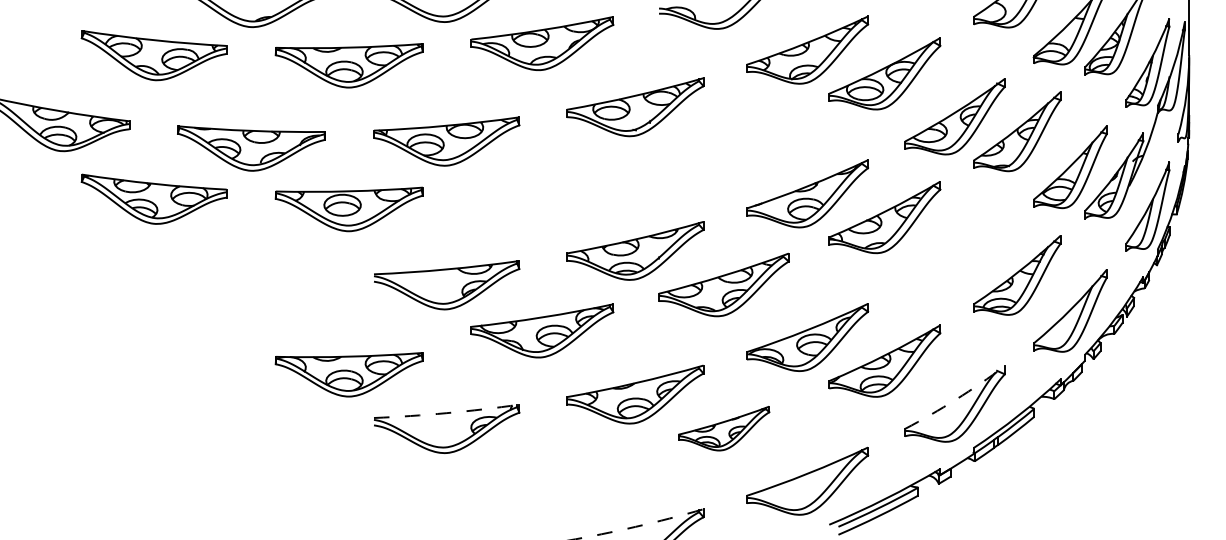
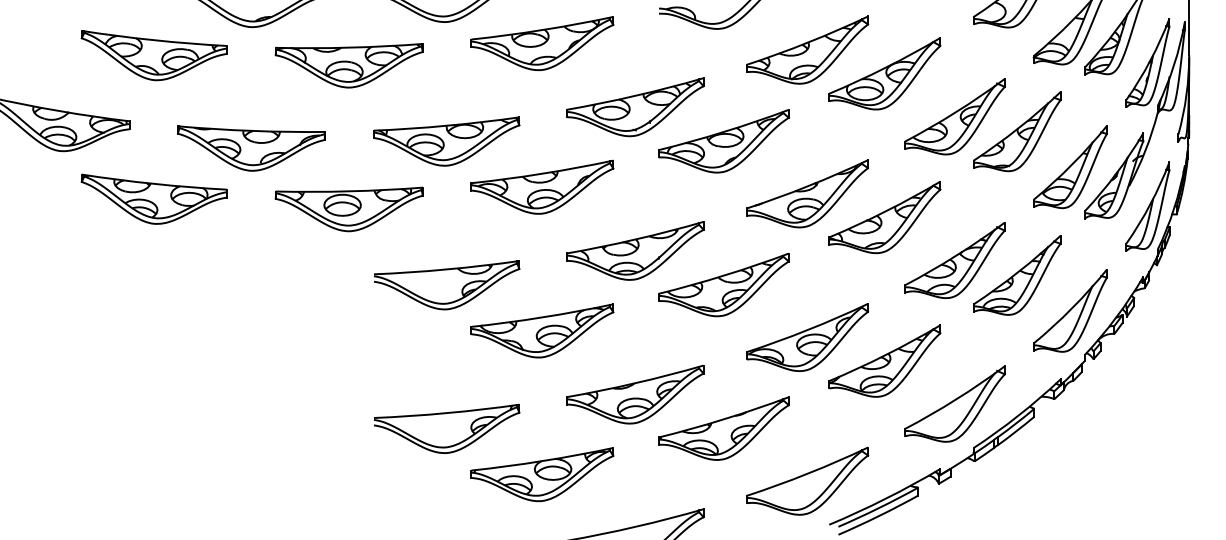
part at (723, 141): none -> present
part at (542, 186): none -> present
part at (954, 260): none -> present
part at (348, 374): present -> none
arc at (956, 399): dashed -> solid
arc at (446, 413): dashed -> solid
part at (724, 428) size: 93x46 px -> 132x65 px
part at (542, 474): none -> present
arc at (637, 526): dashed -> solid
